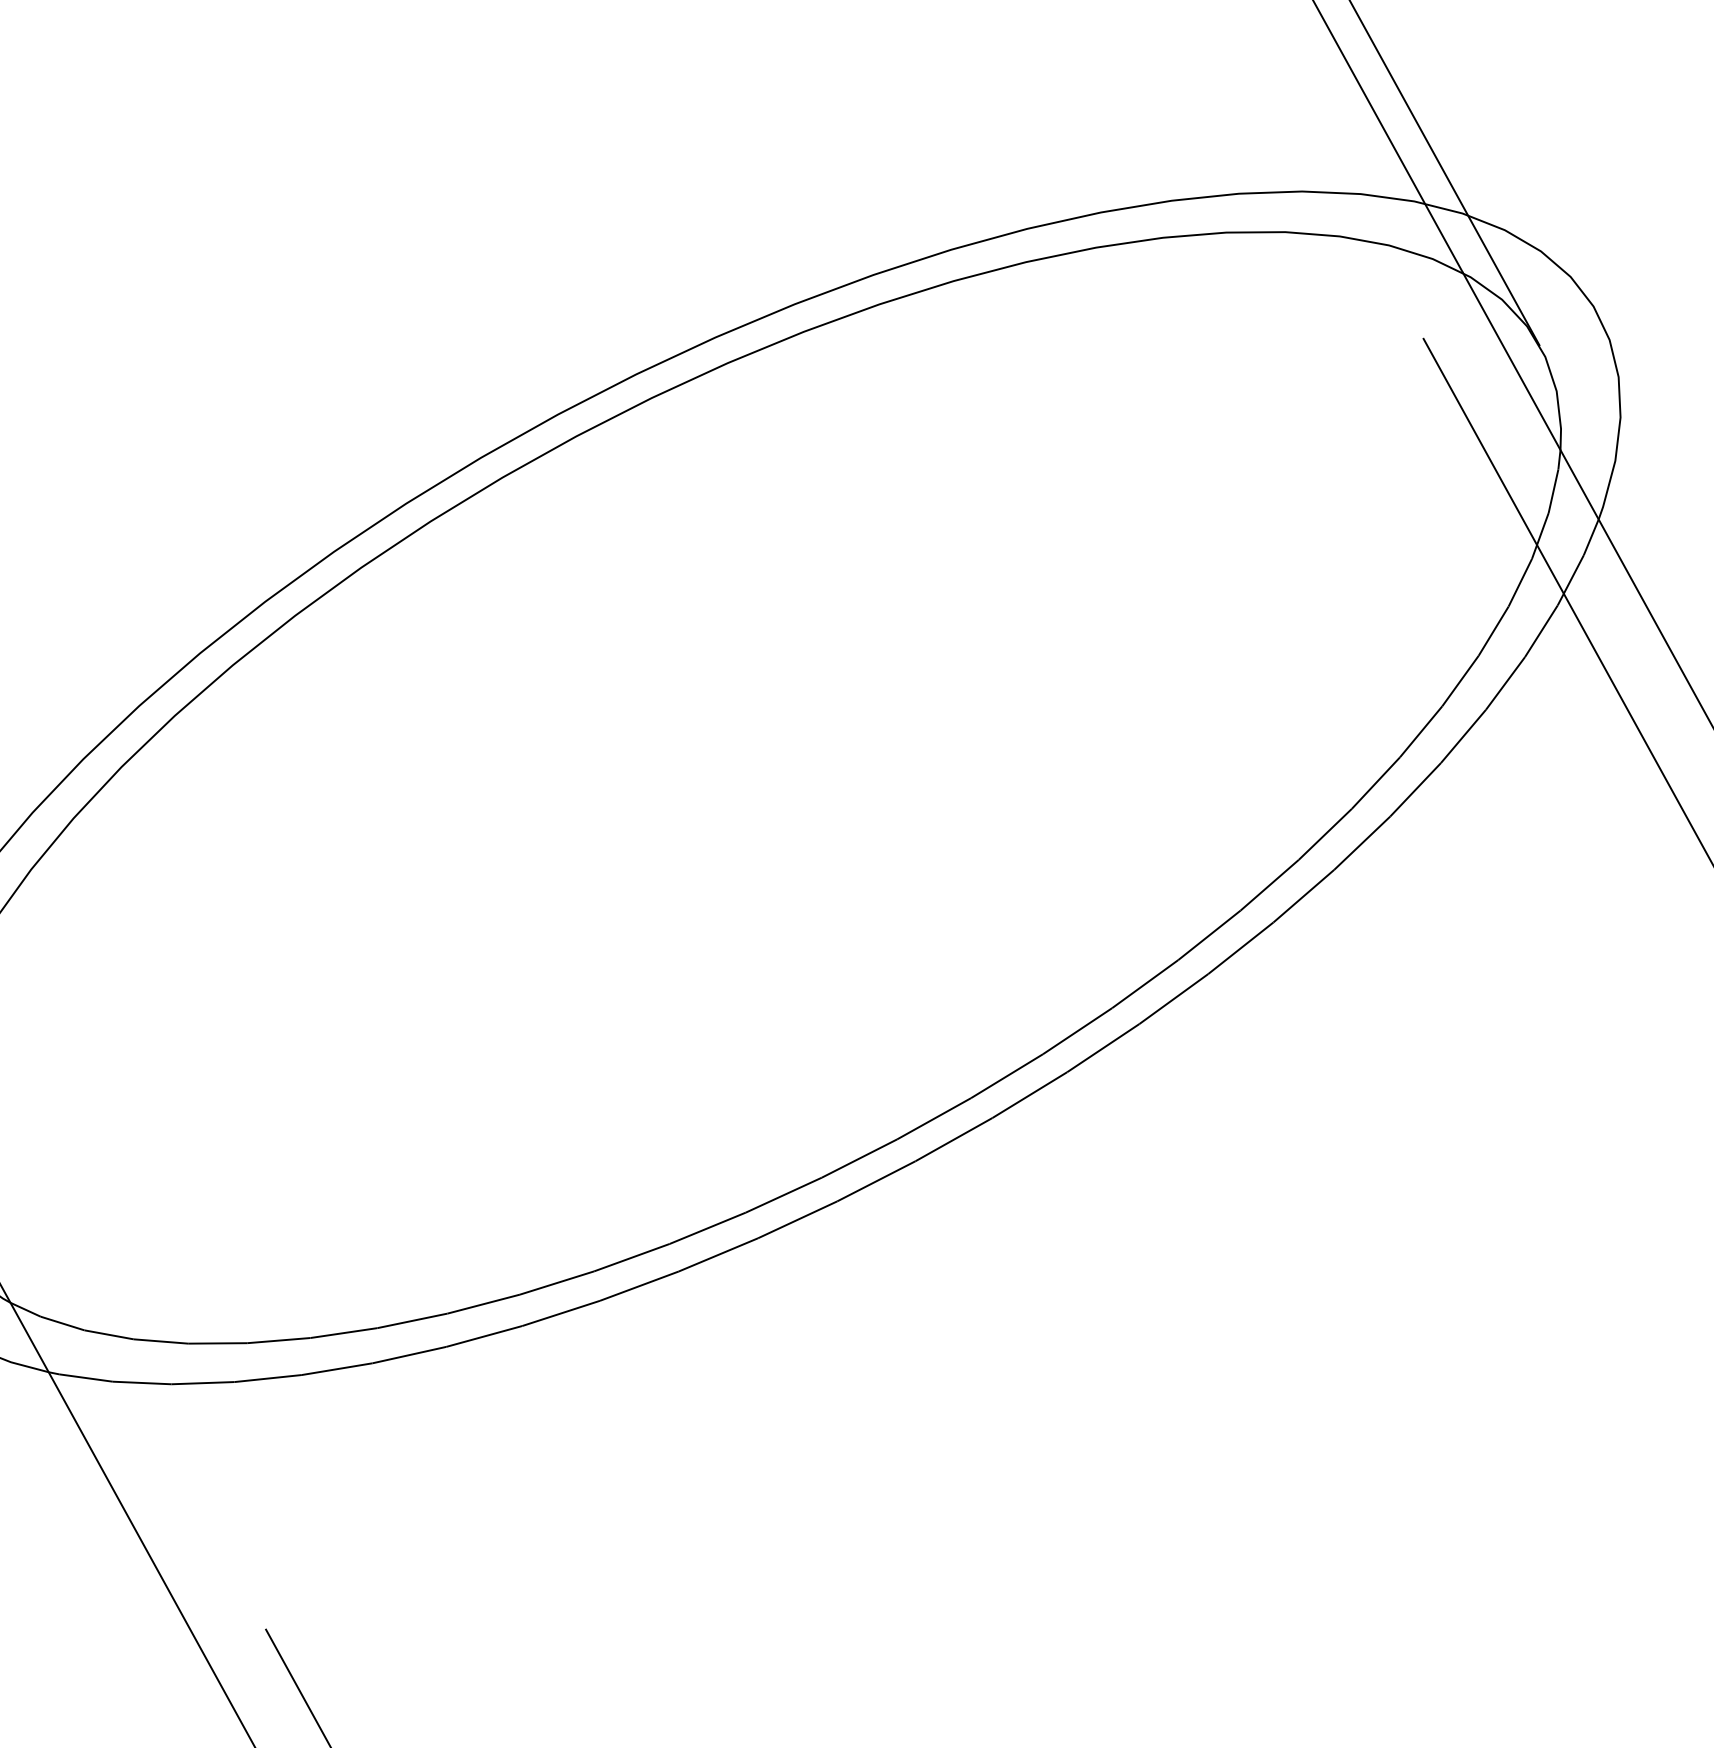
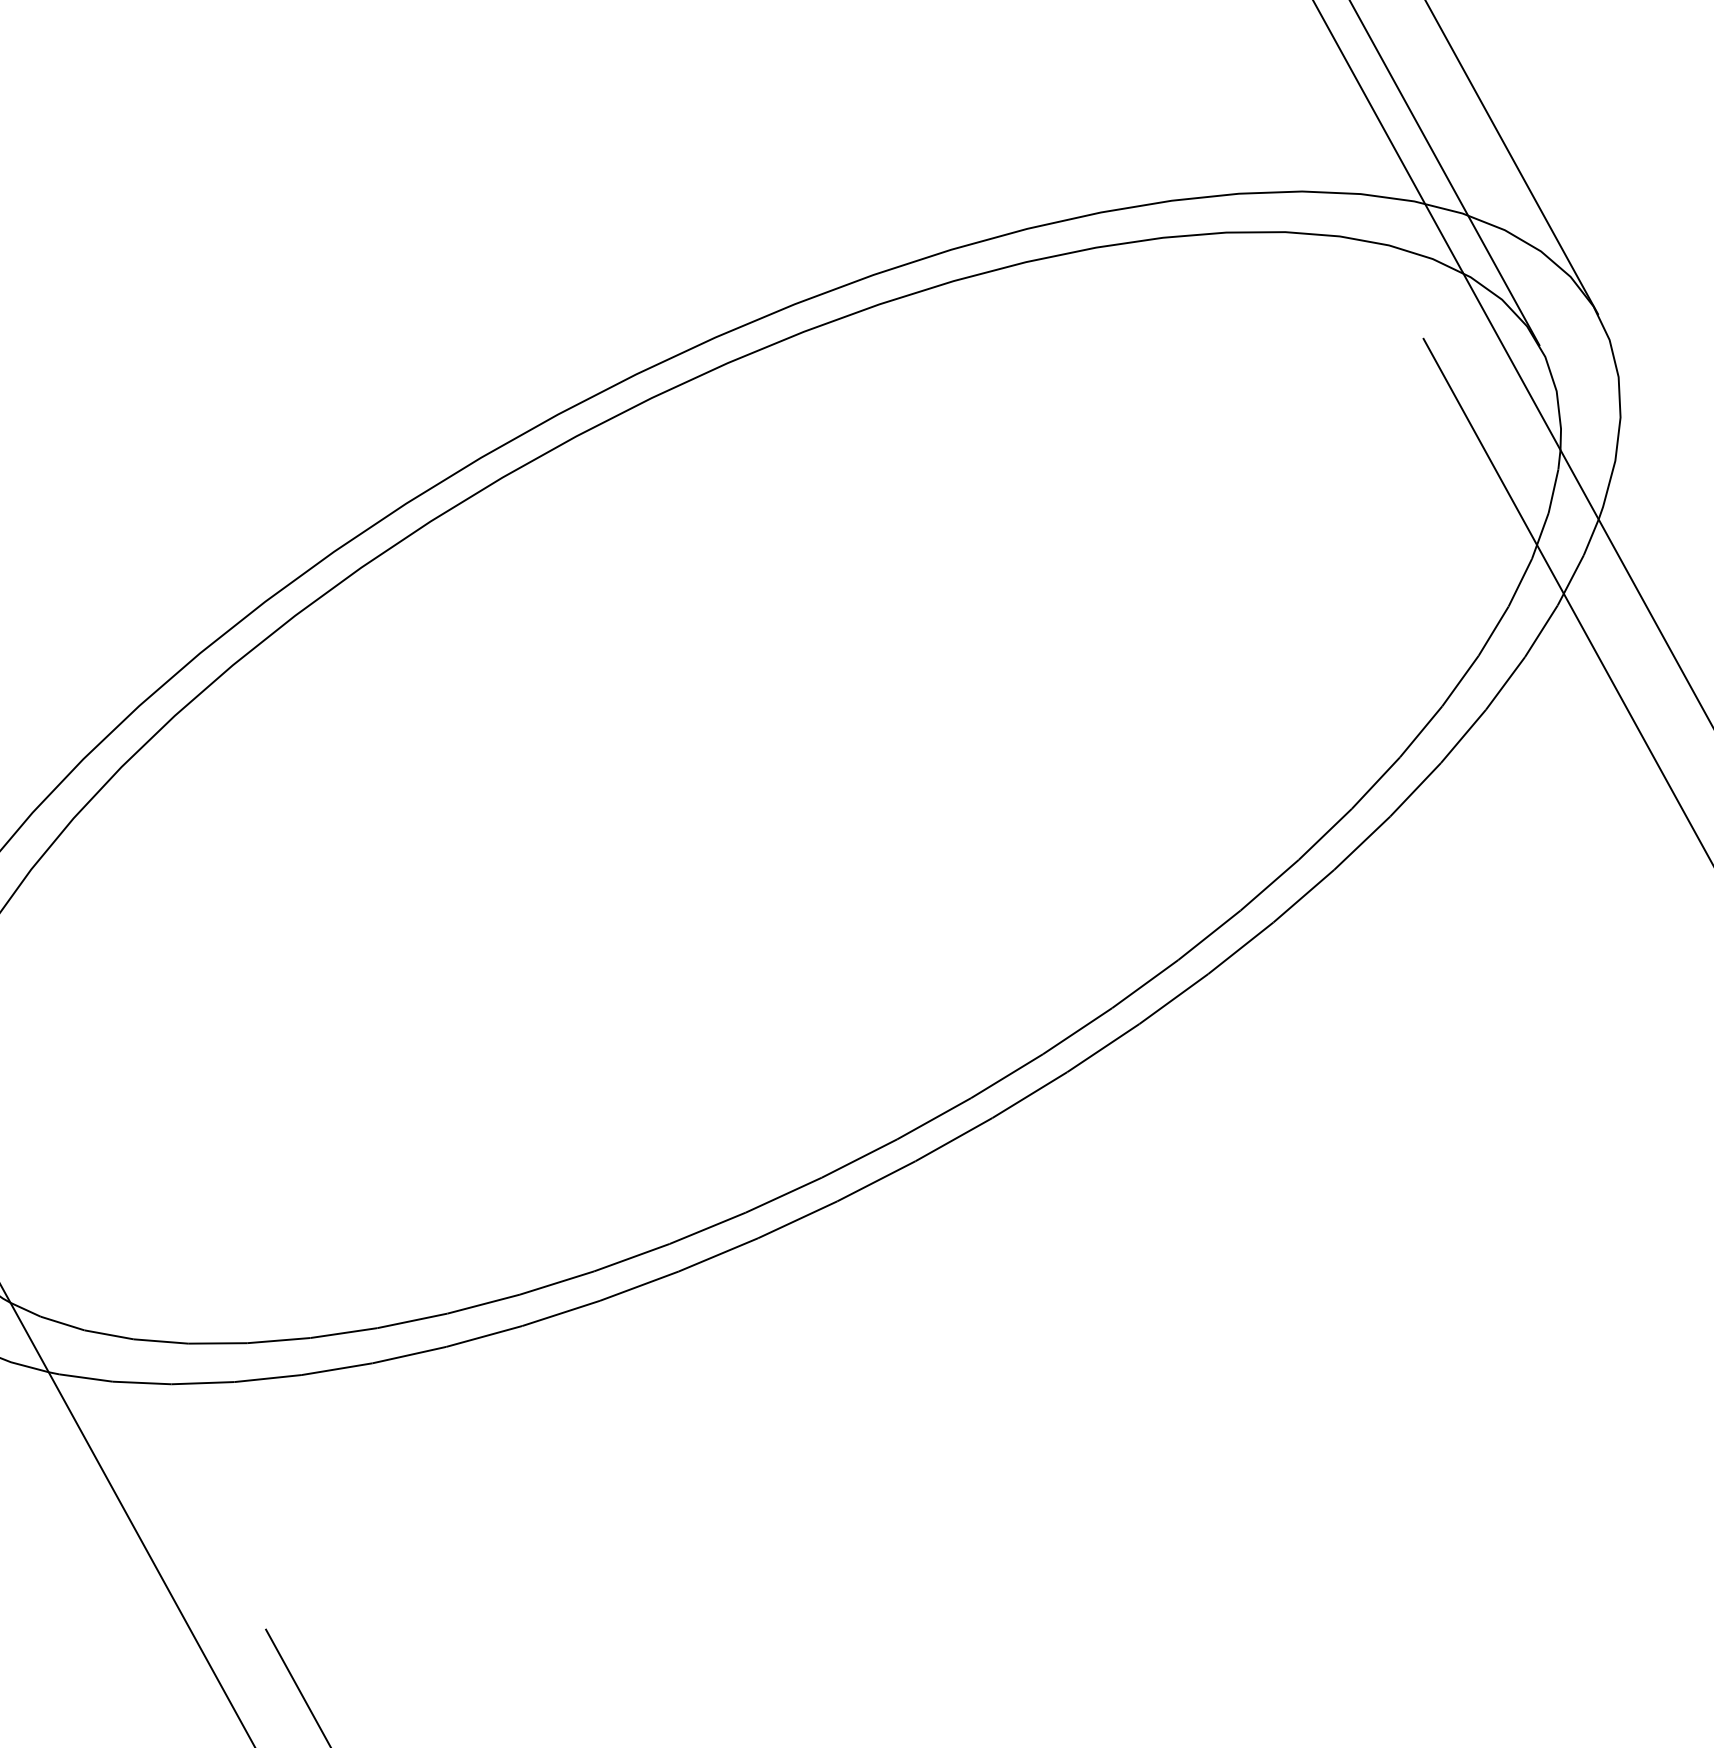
line at (1511, 158): none -> present
